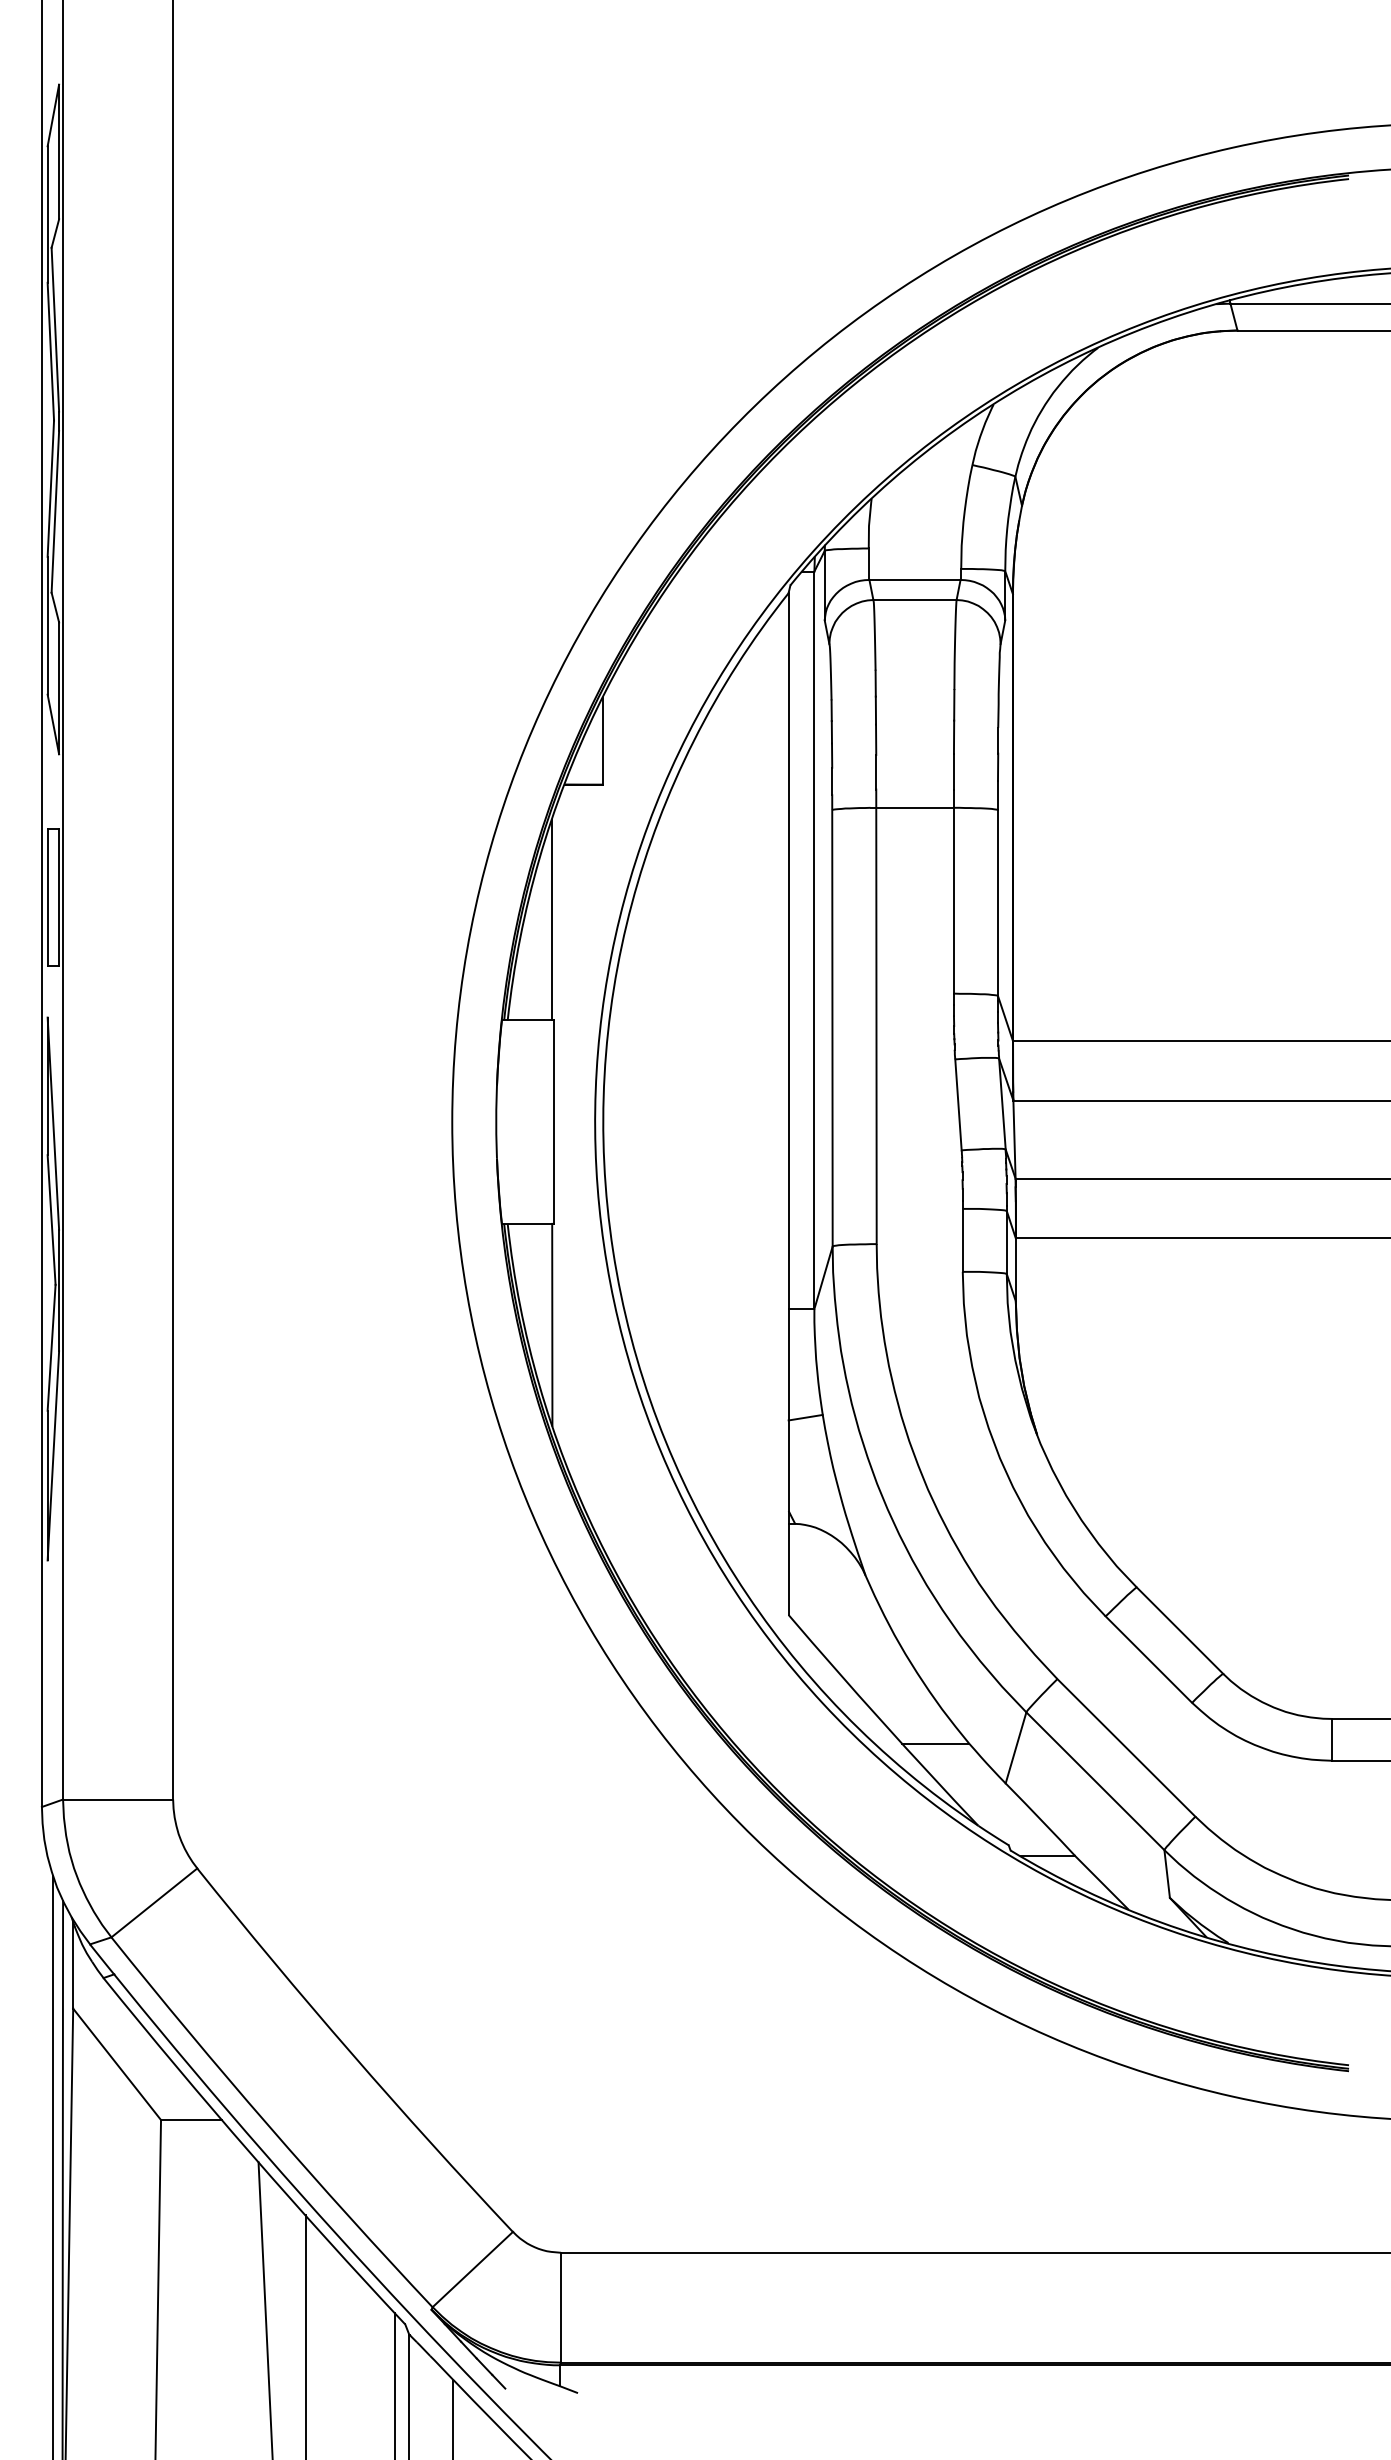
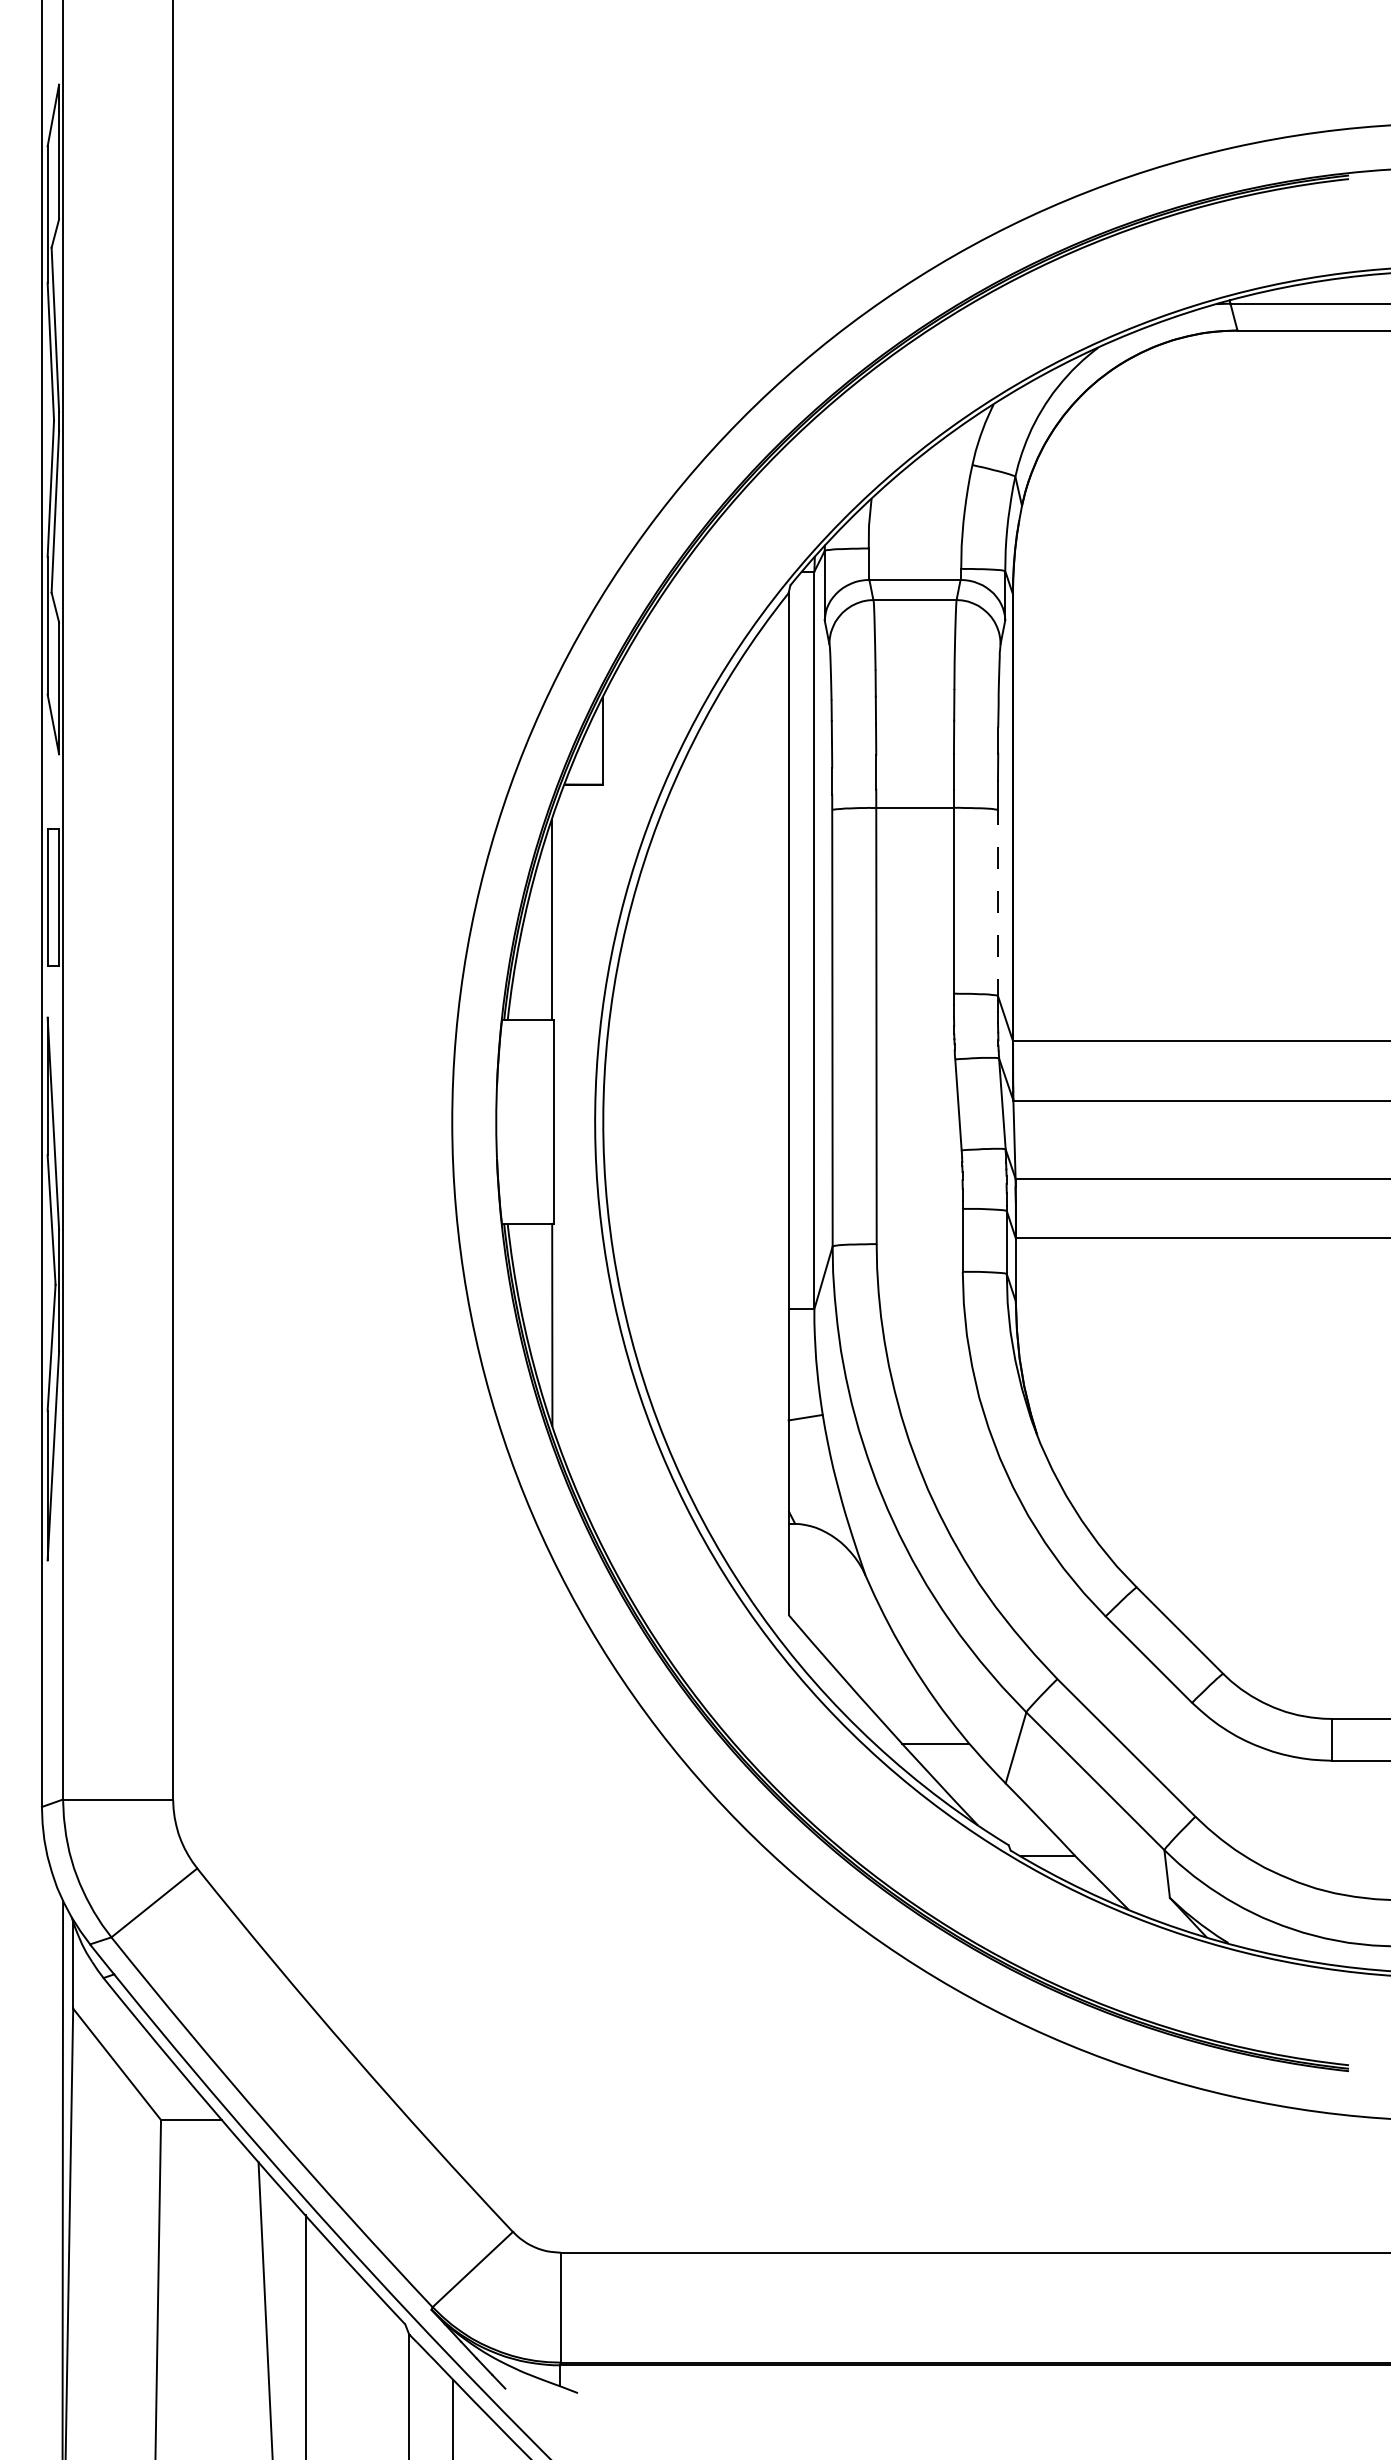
line at (997, 905): solid -> dashed
line at (52, 2165): present -> none
line at (394, 2384): present -> none
